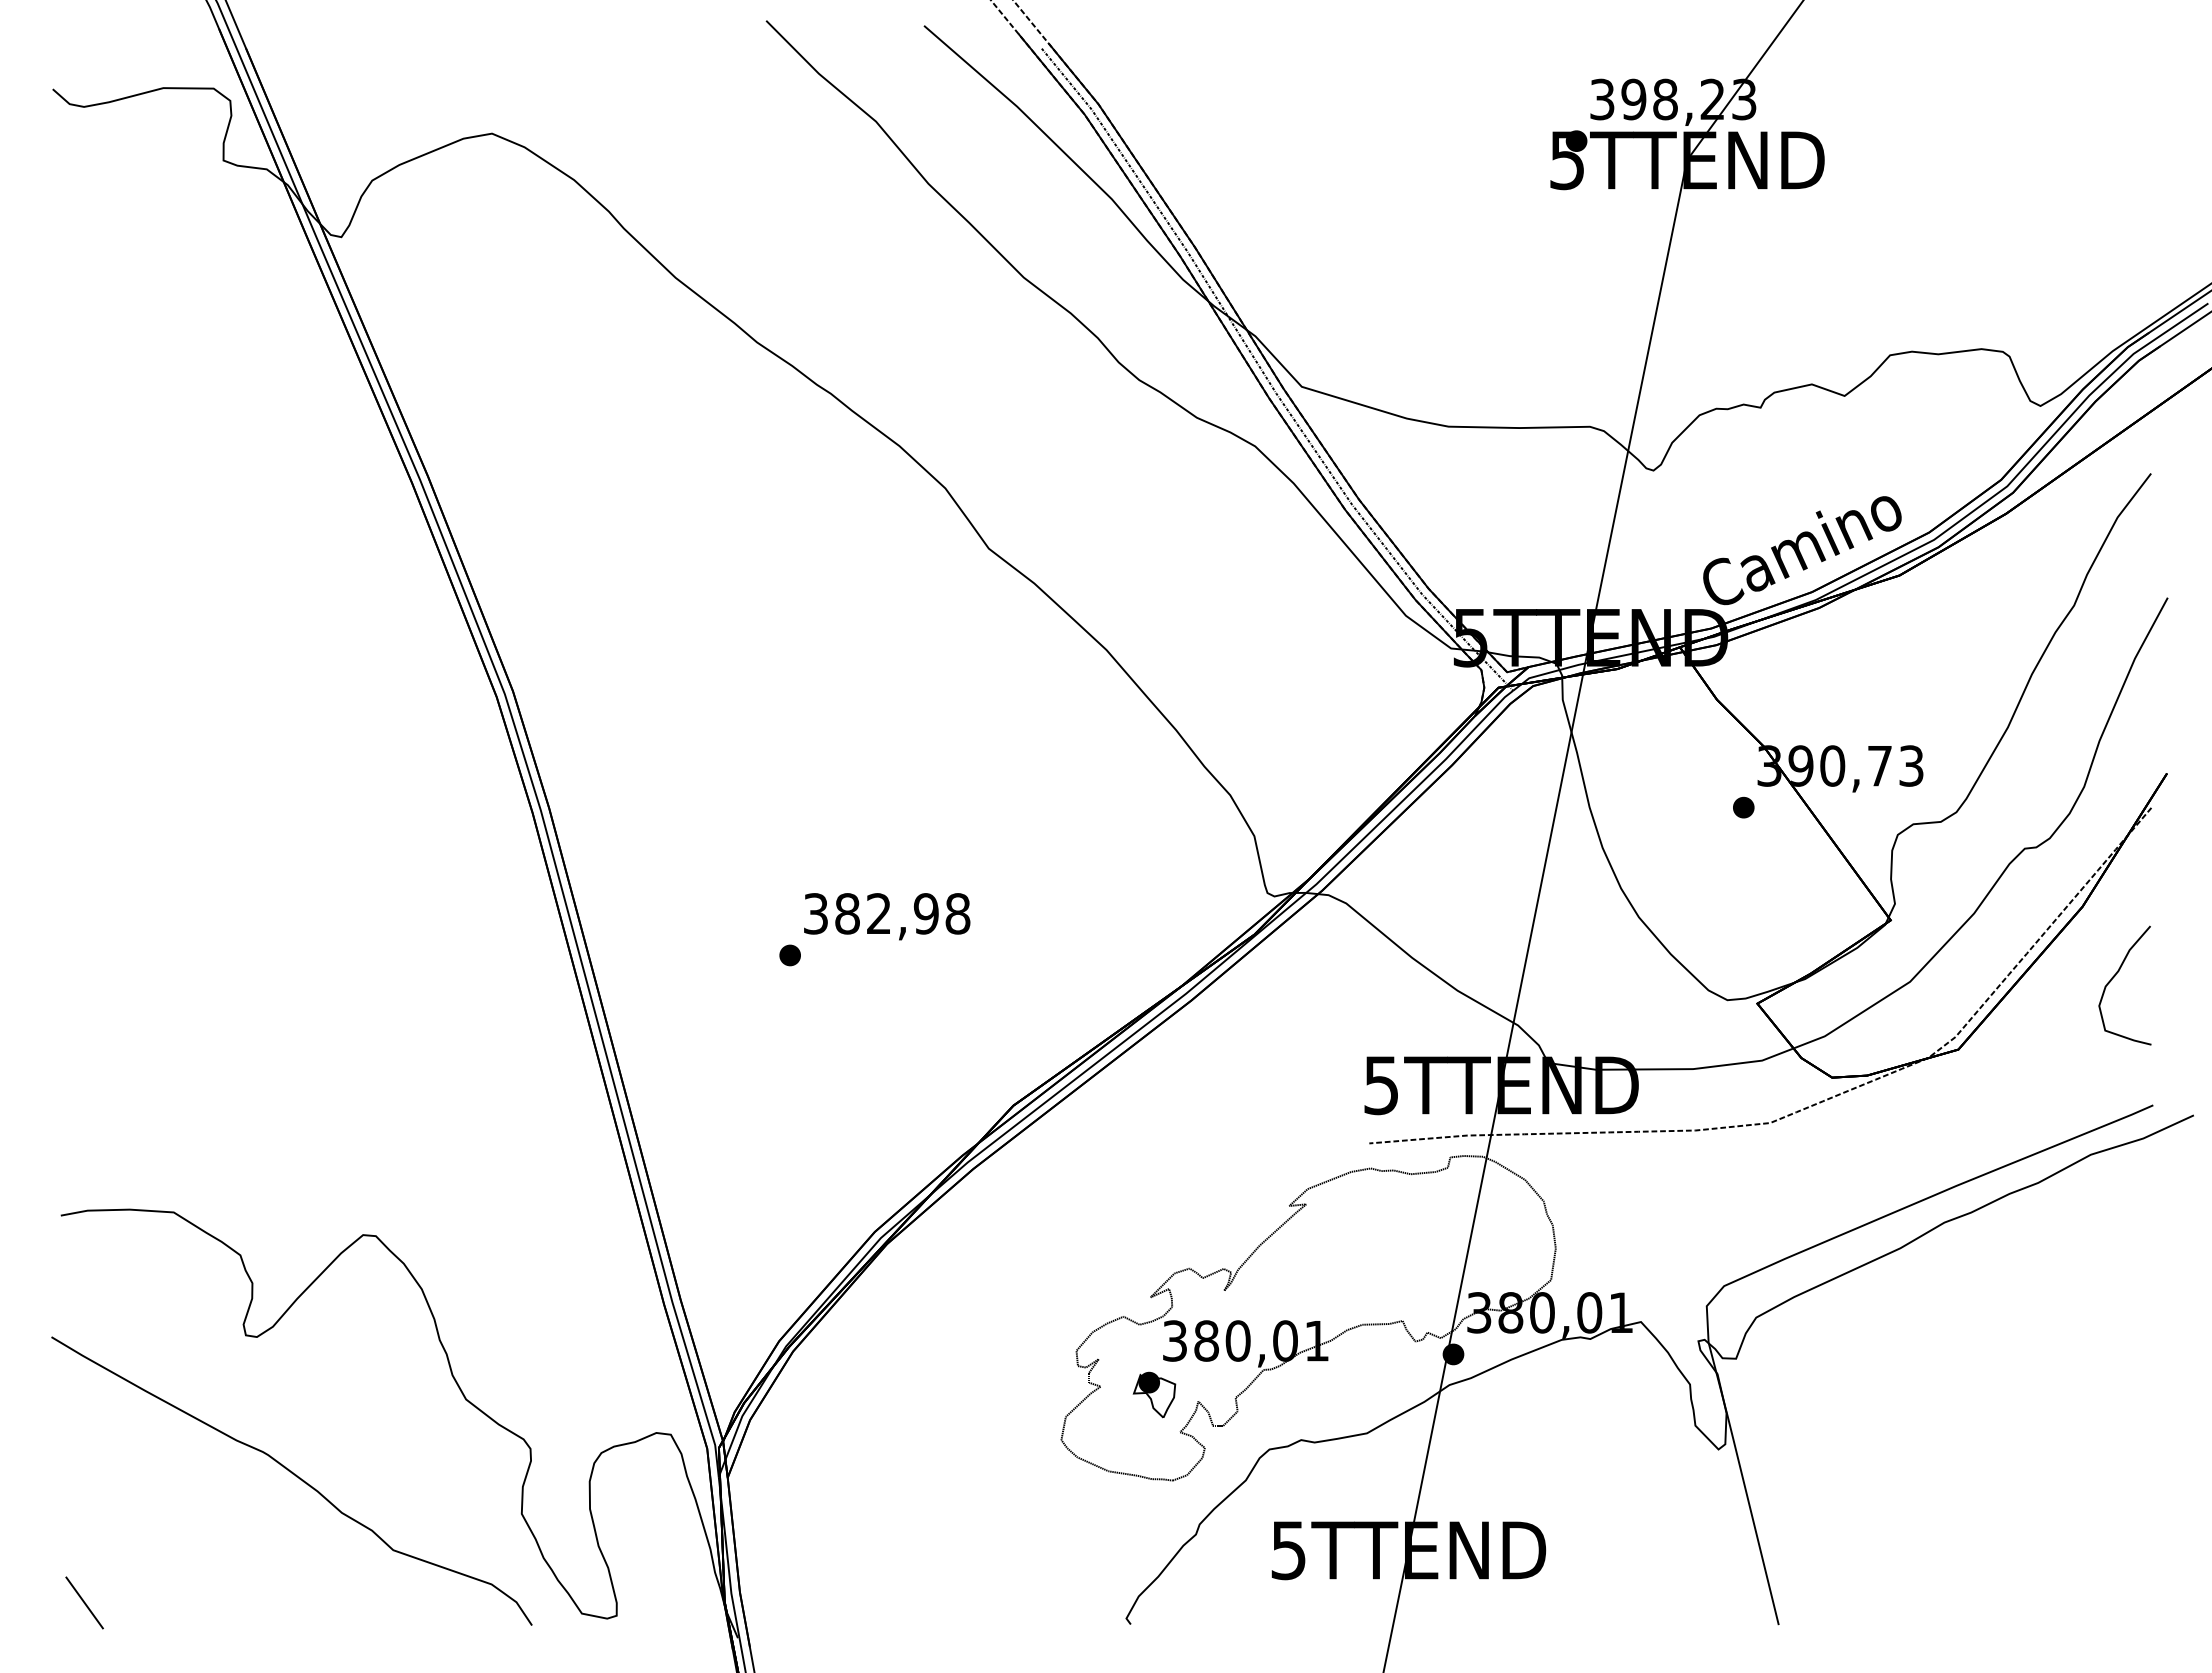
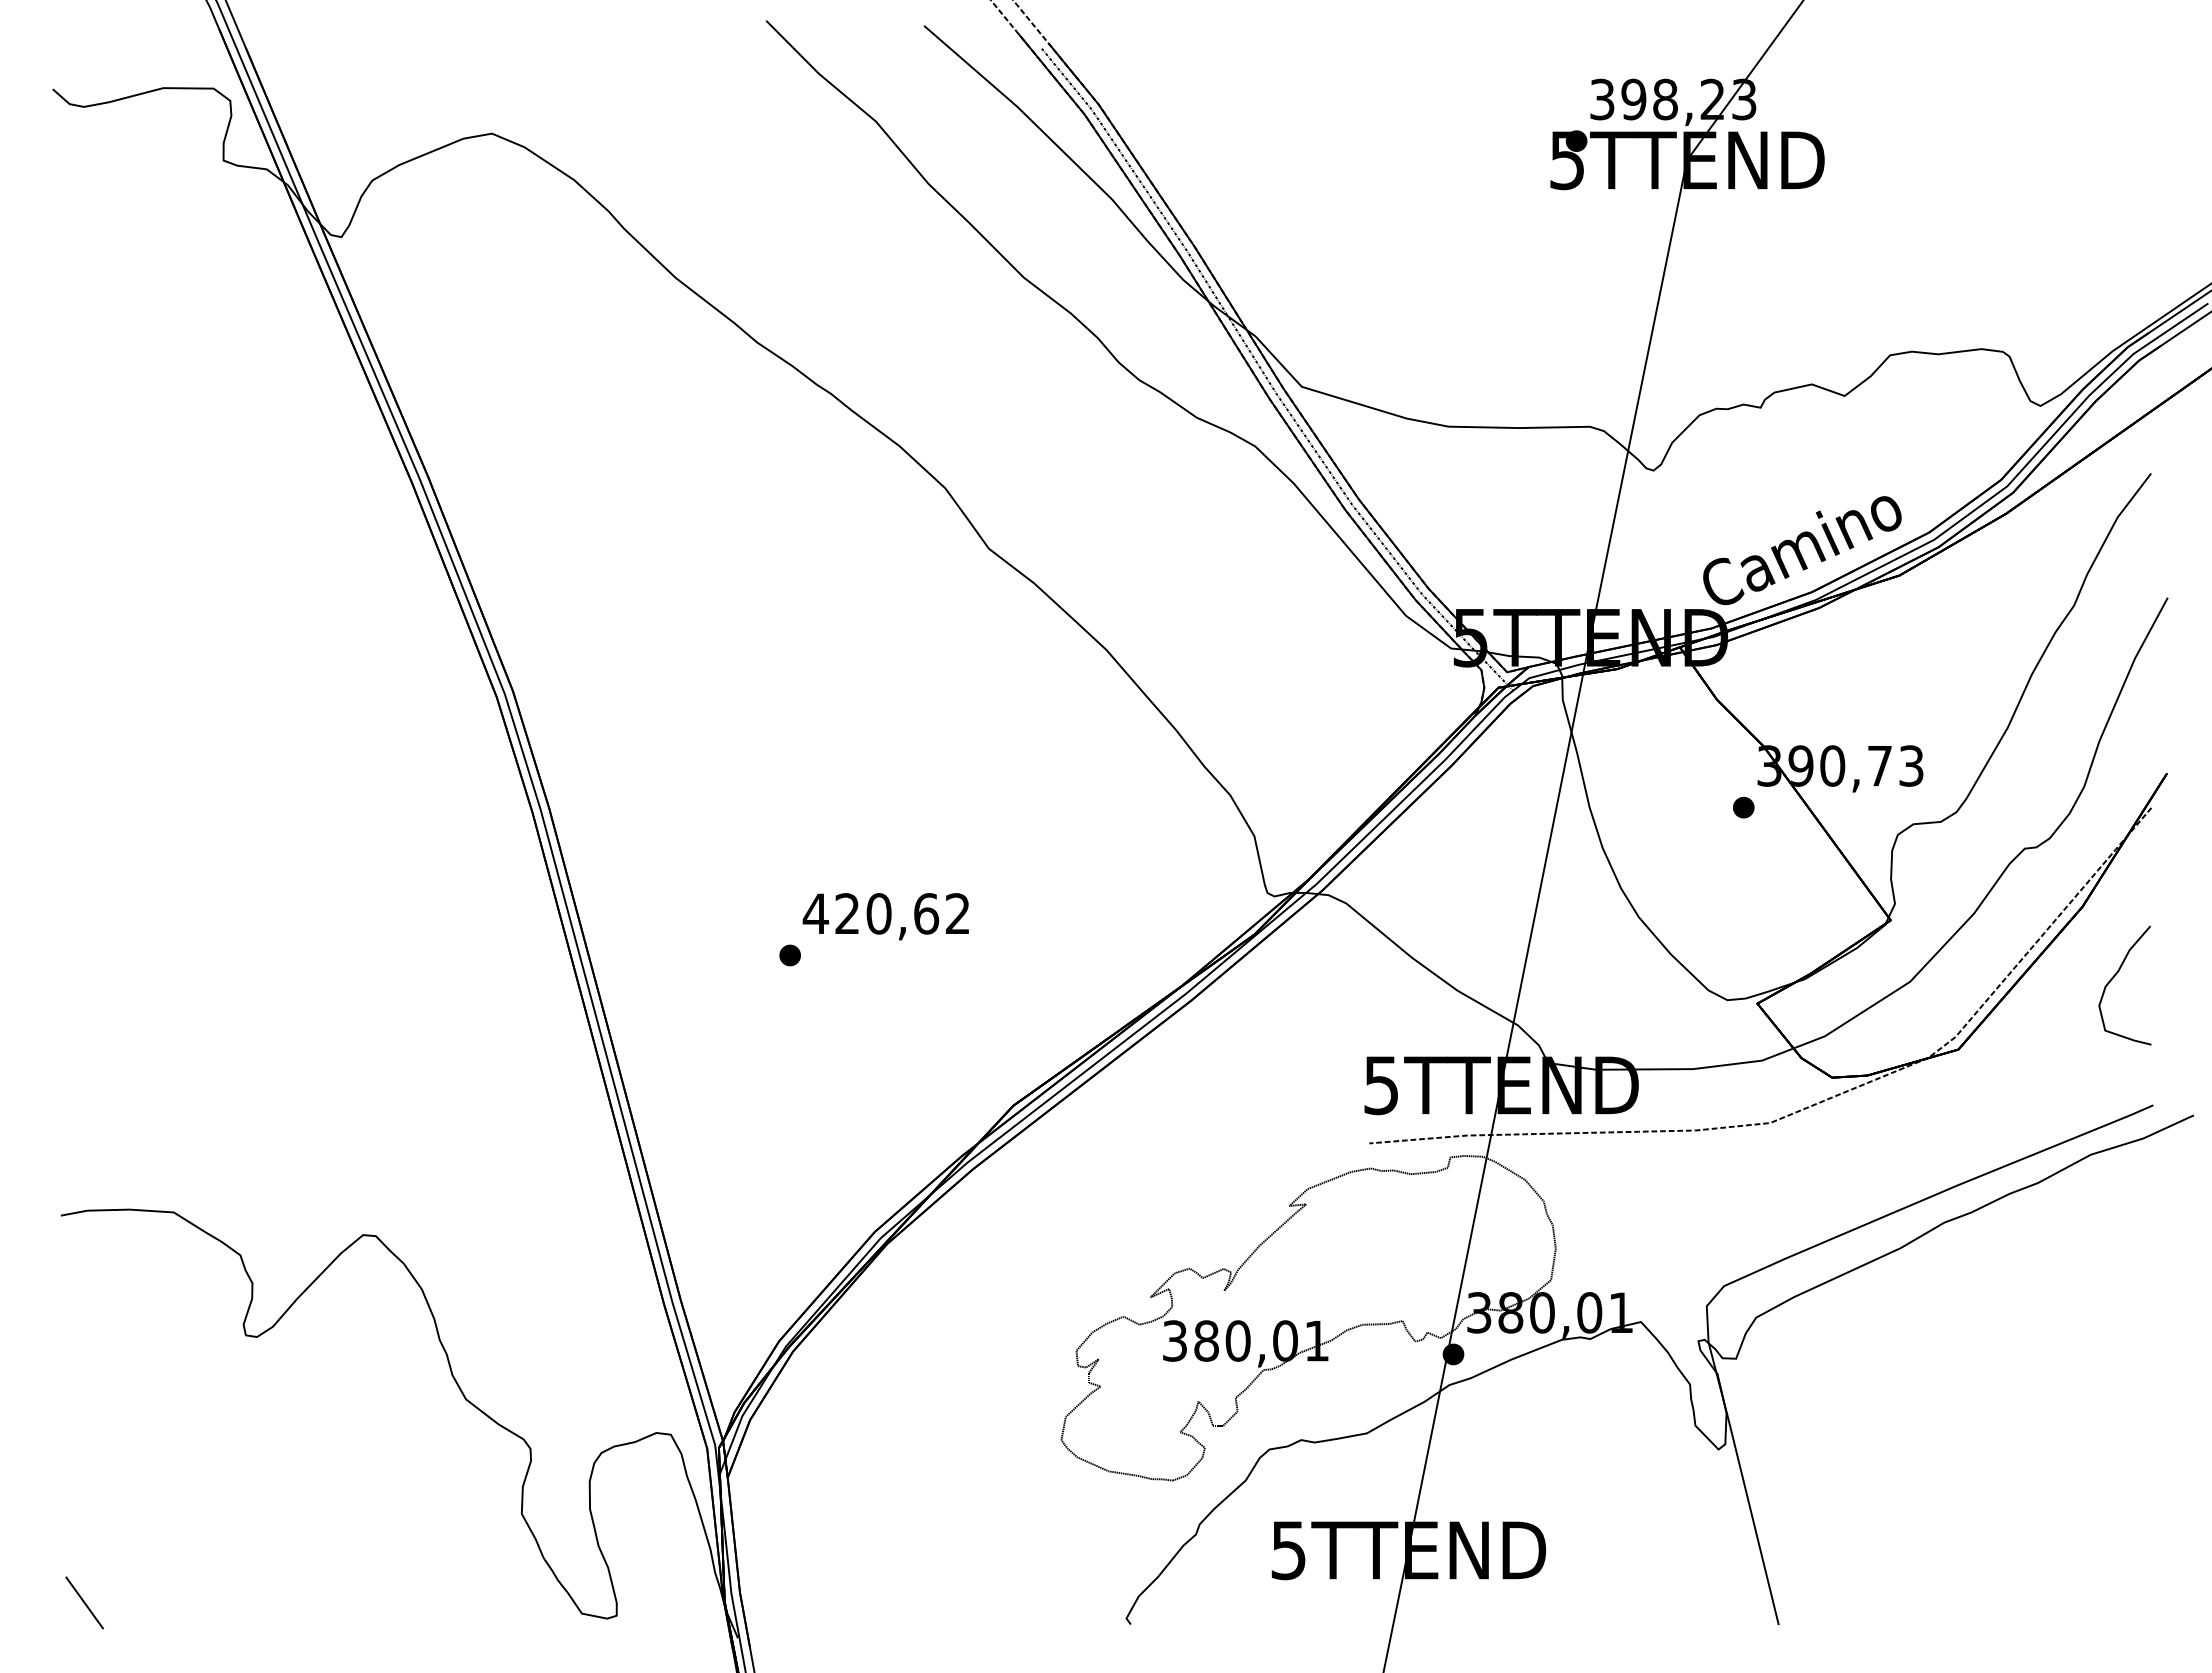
text at (886, 913): 382,98 -> 420,62
part at (1154, 1394): present -> none
curve at (295, 1476): present -> none
